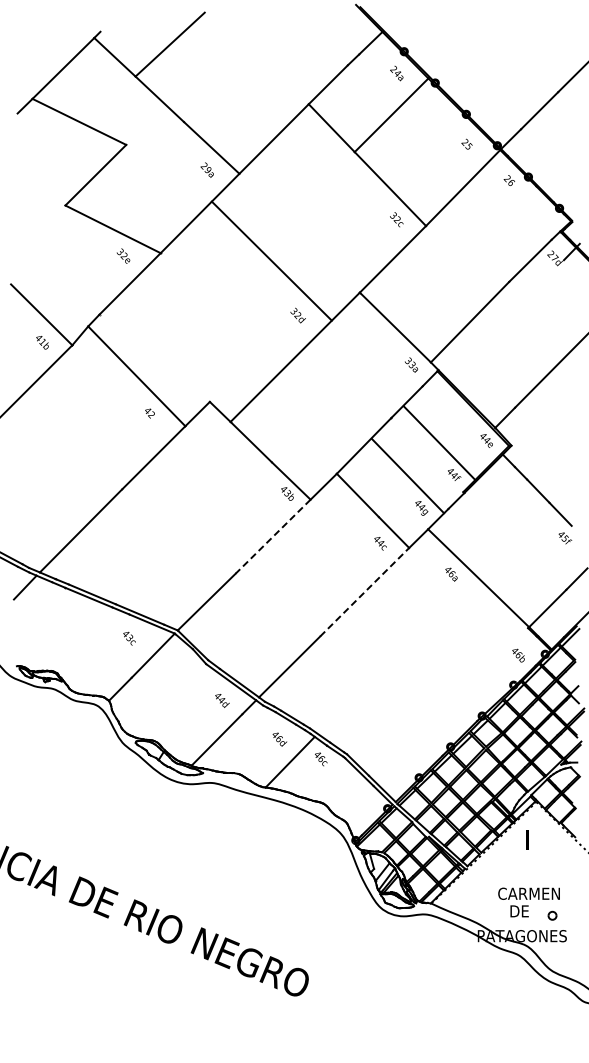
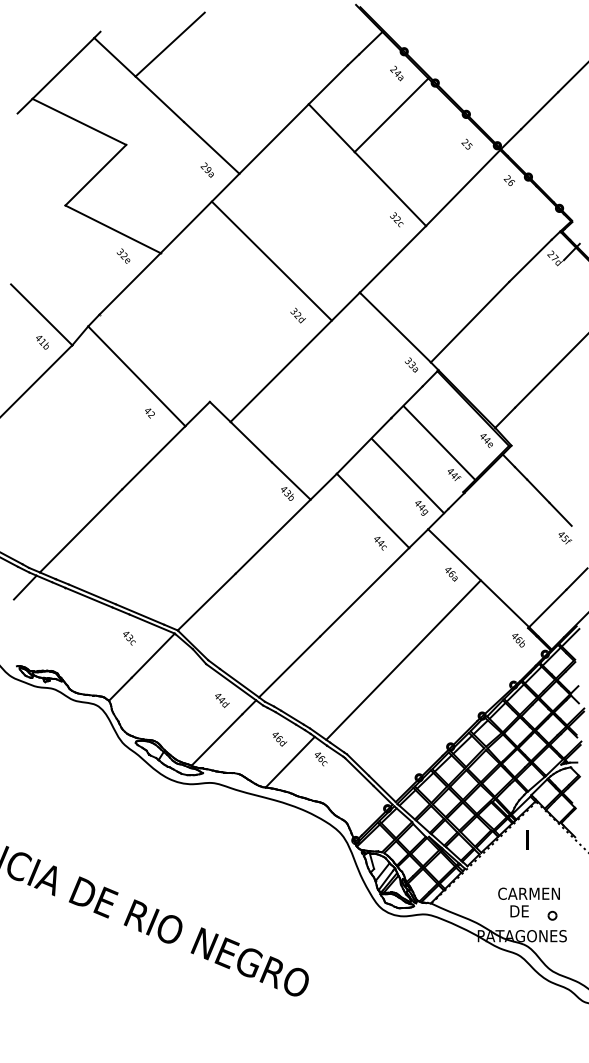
line at (273, 536): dashed -> solid
line at (364, 592): dashed -> solid
text at (518, 655) position: (518, 655) -> (518, 640)
line at (403, 659): none -> present
